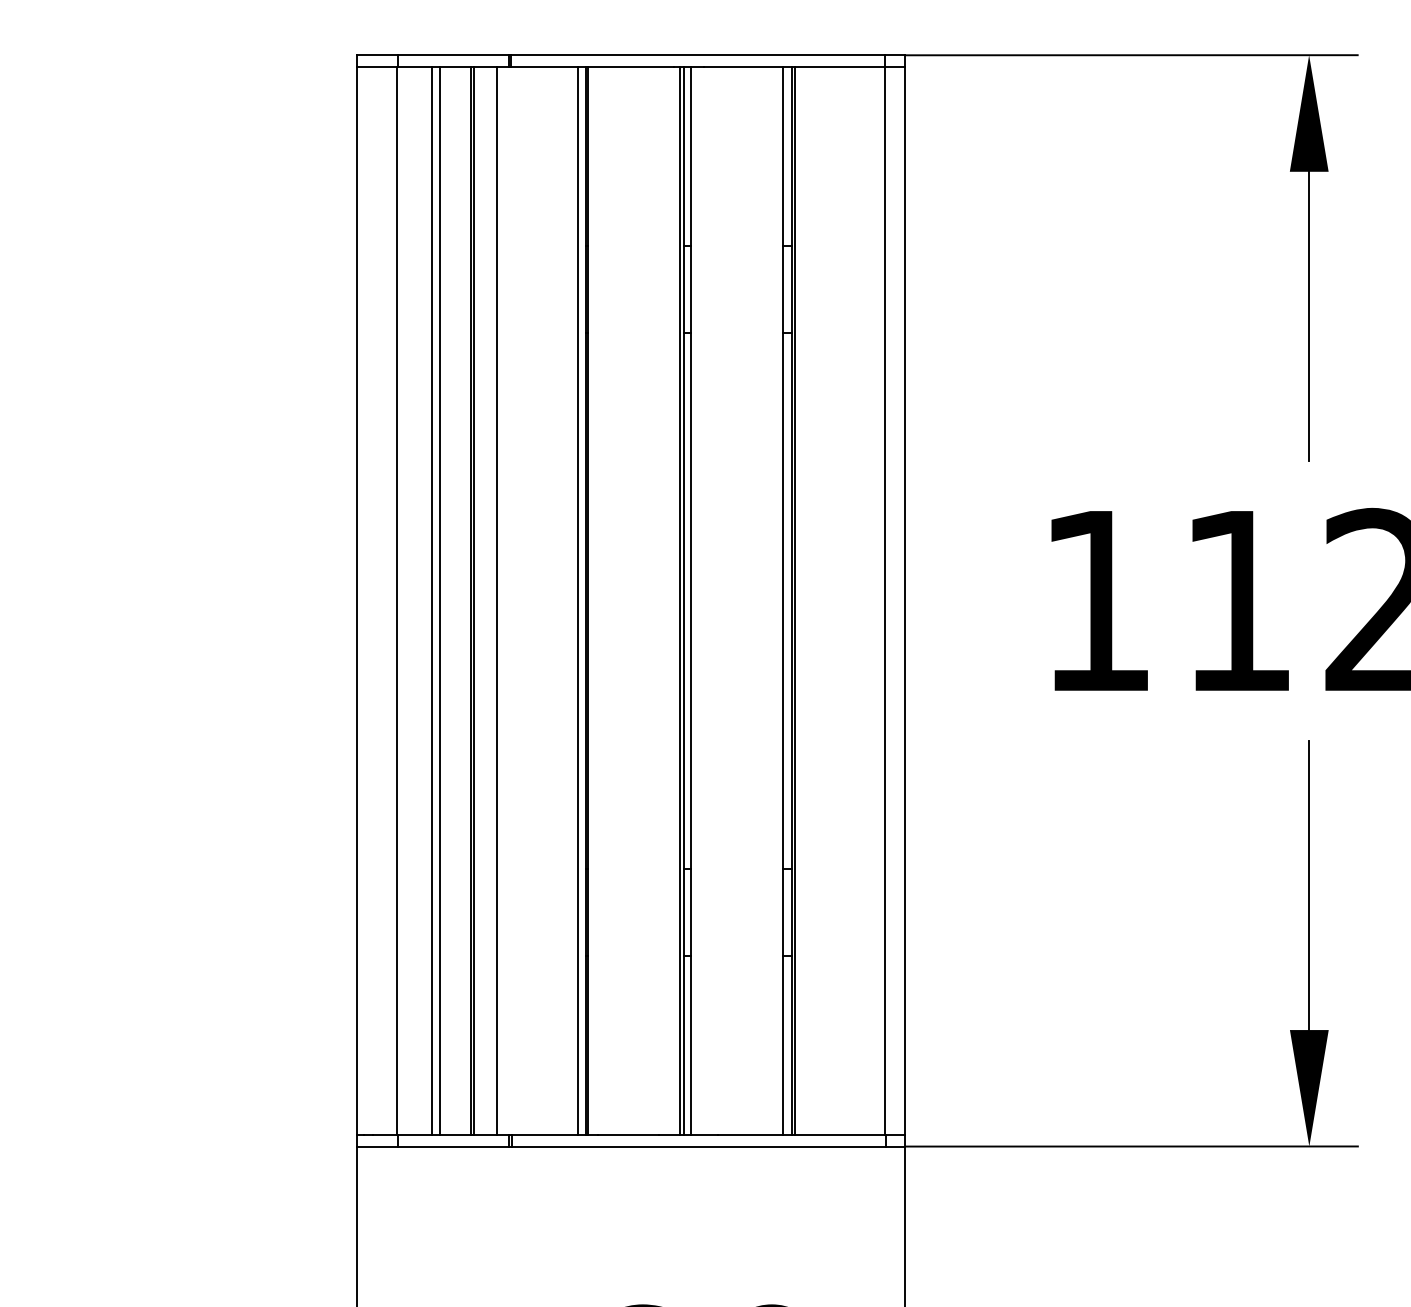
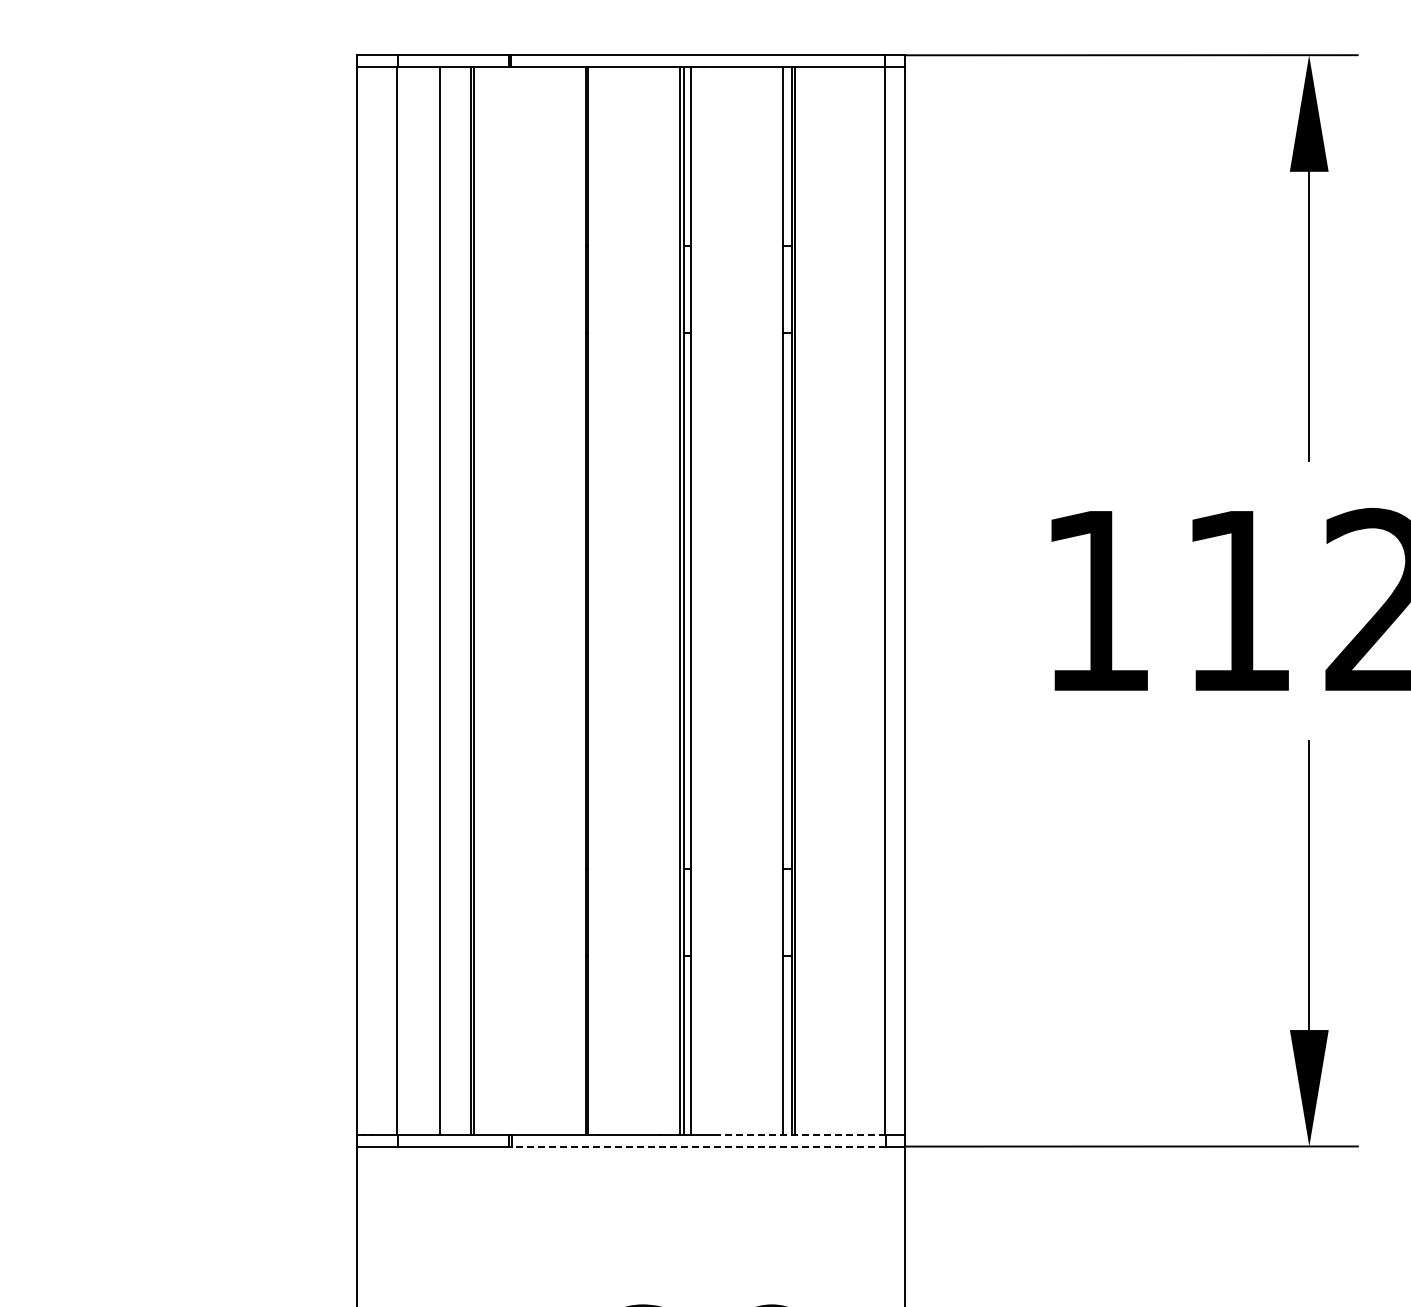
line at (432, 600): present -> none
line at (497, 600): present -> none
line at (578, 600): present -> none
line at (801, 1134): solid -> dashed
line at (698, 1146): solid -> dashed
